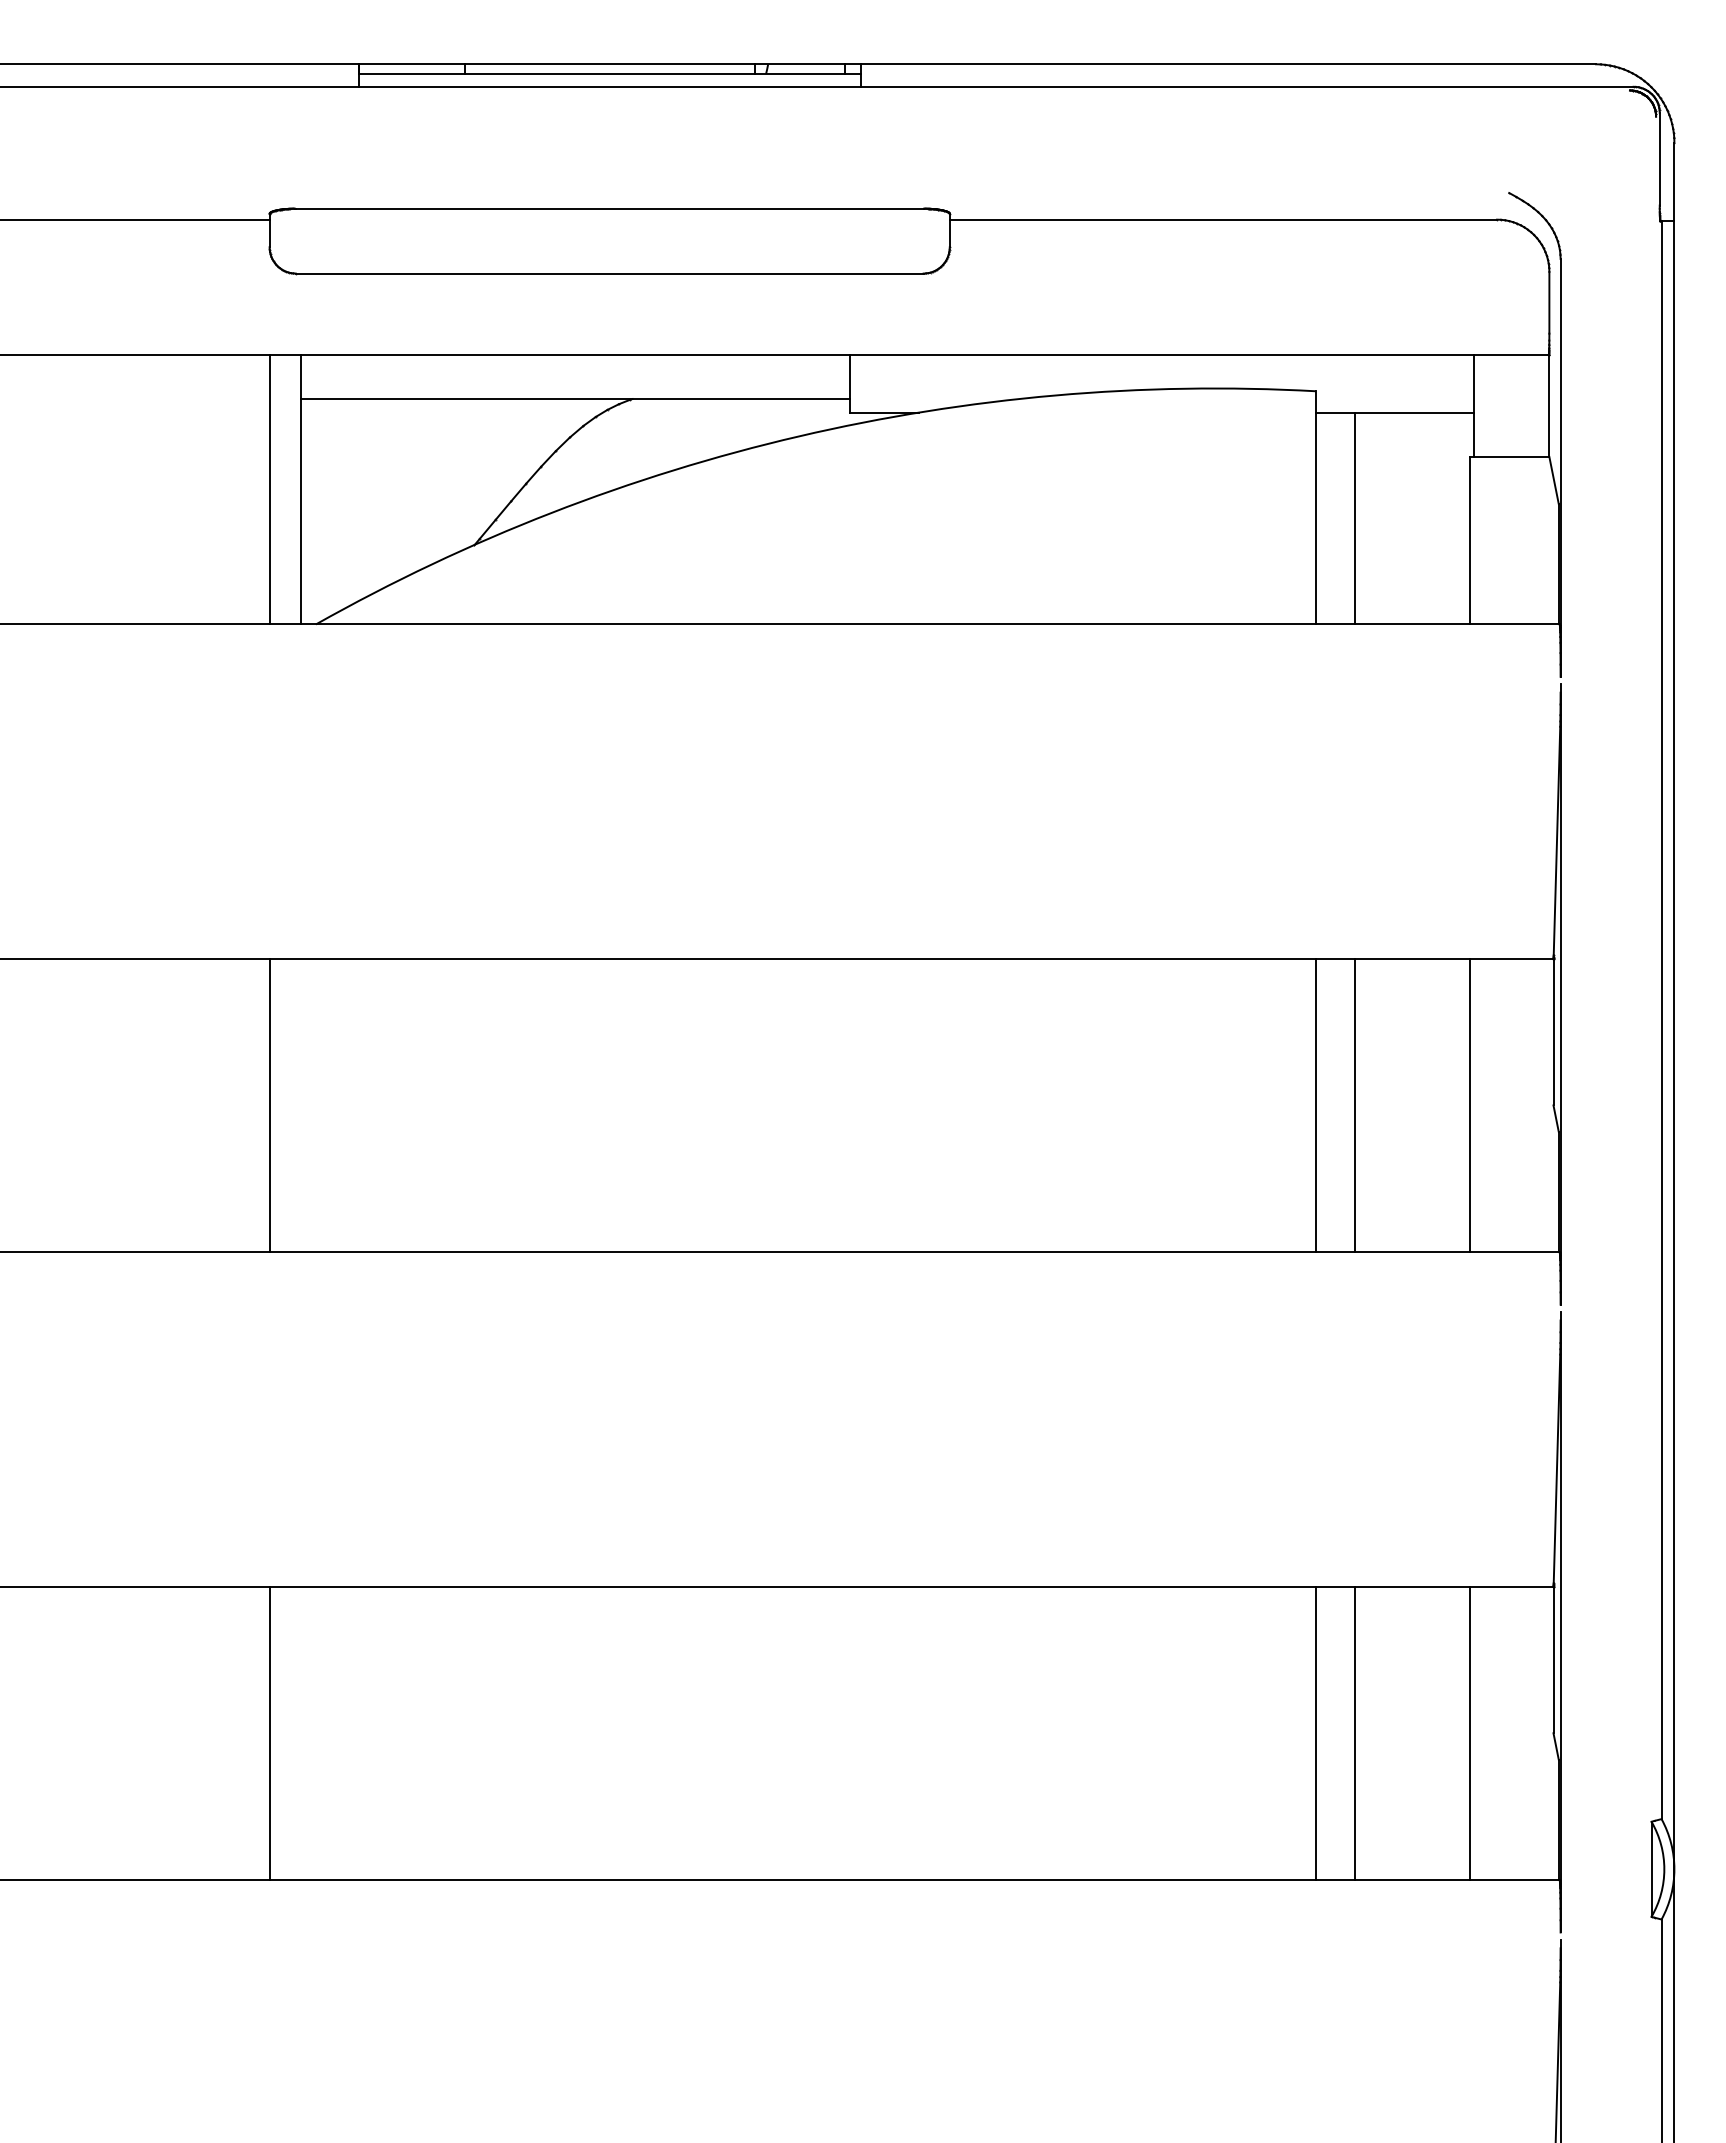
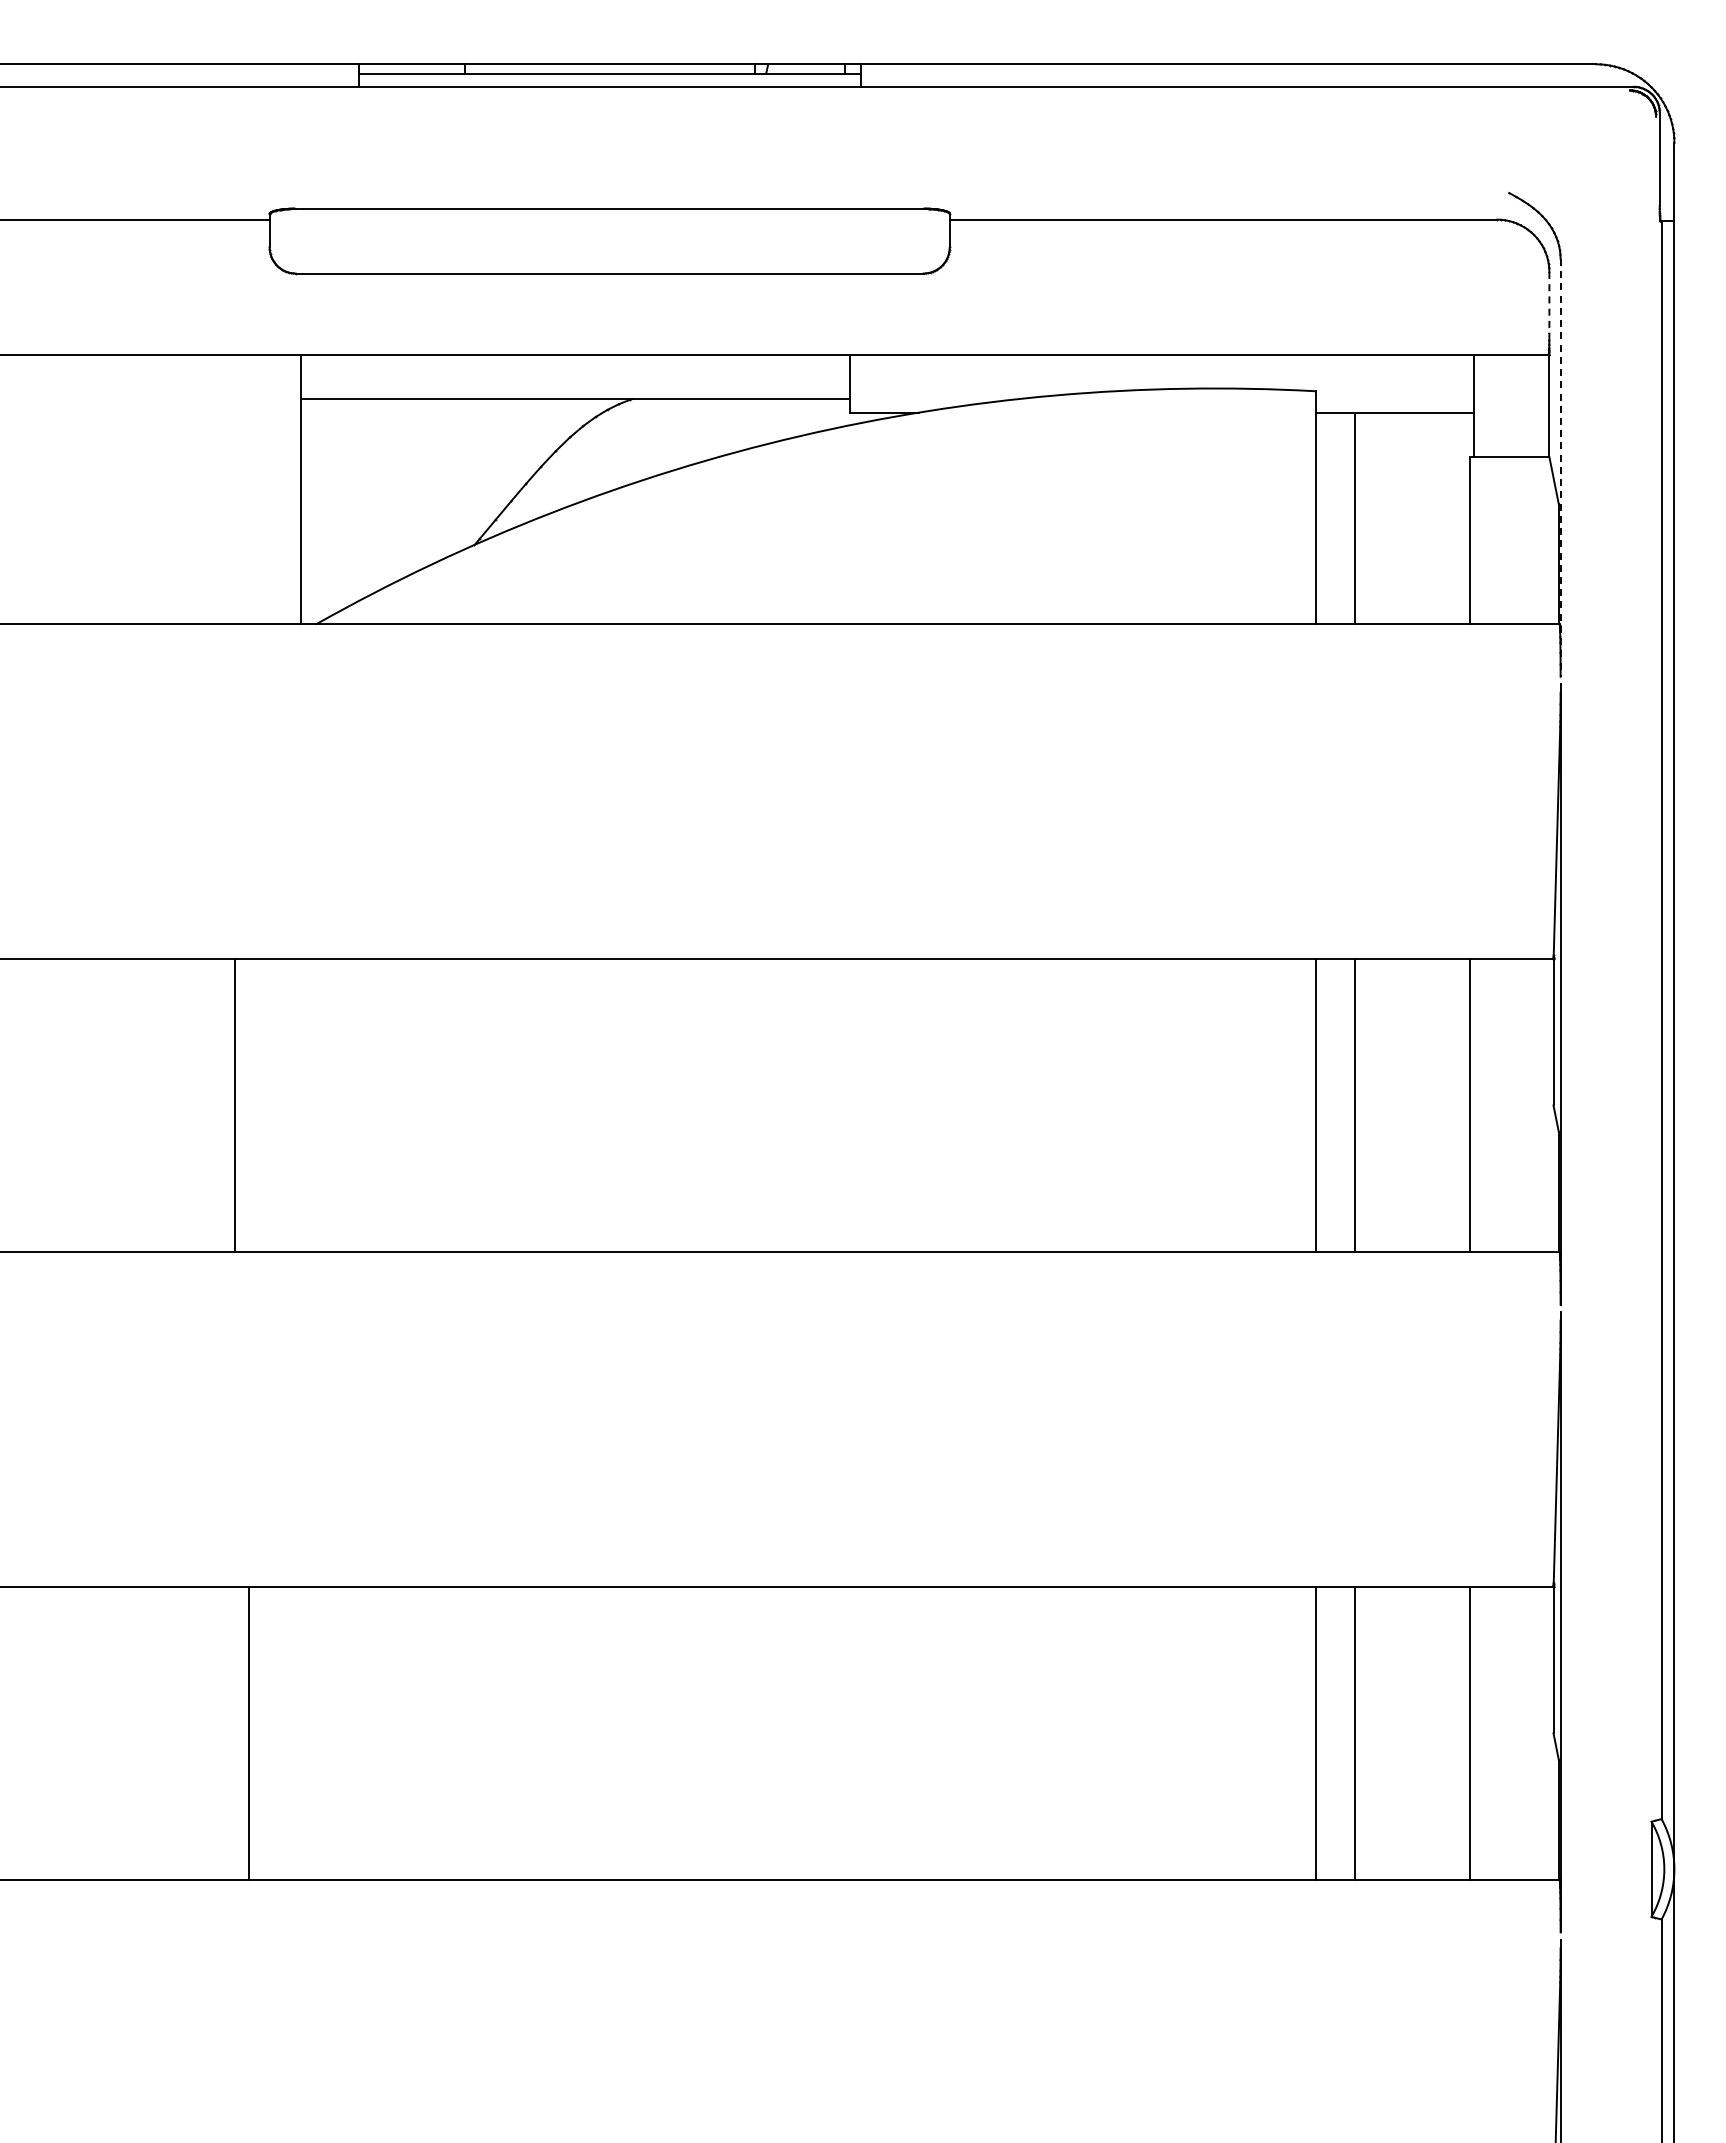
line at (1549, 302): solid -> dashed
line at (1560, 467): solid -> dashed
line at (269, 489): present -> none
line at (269, 1105) position: (269, 1105) -> (234, 1105)
line at (269, 1733) position: (269, 1733) -> (248, 1733)
